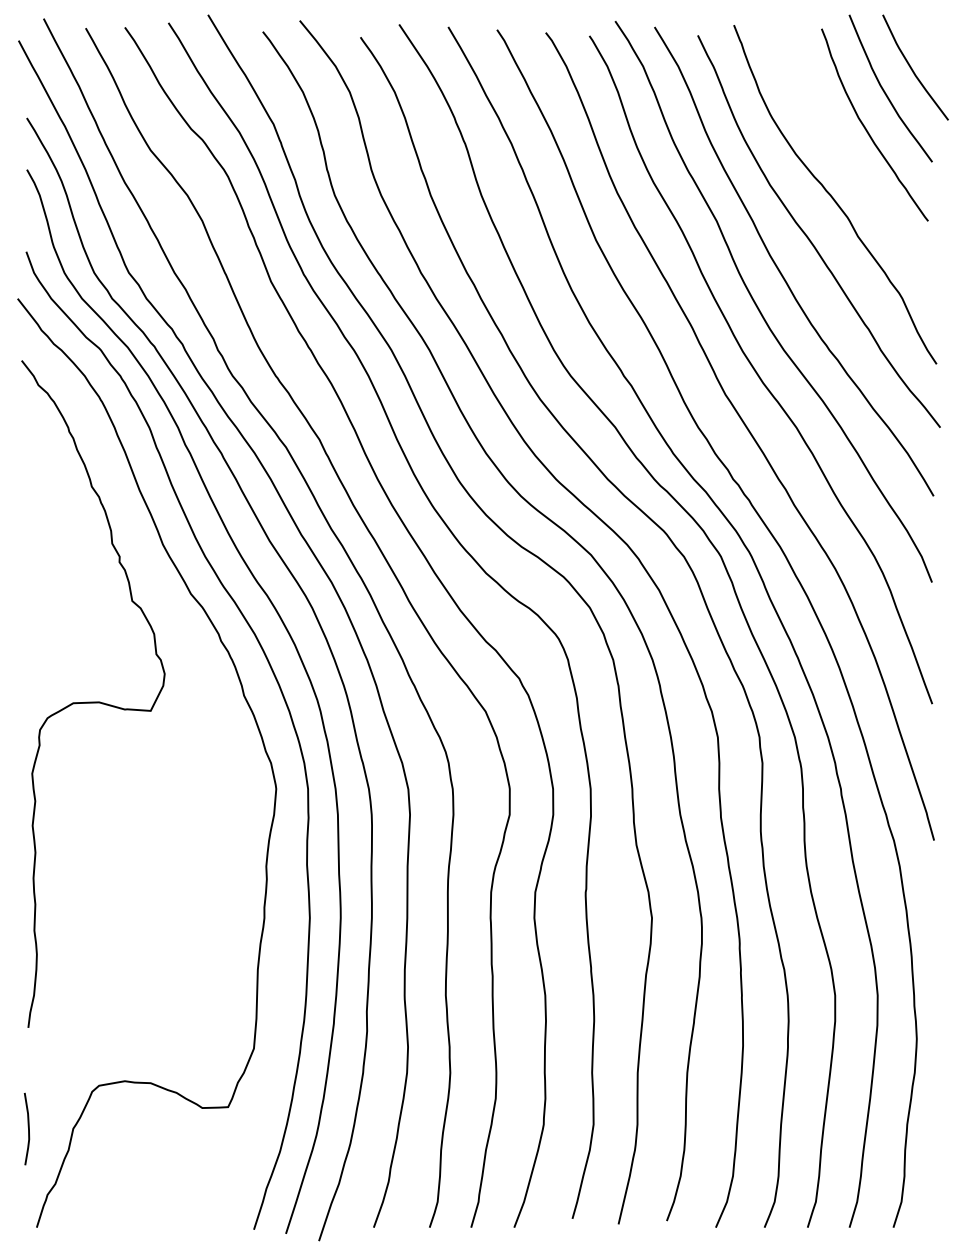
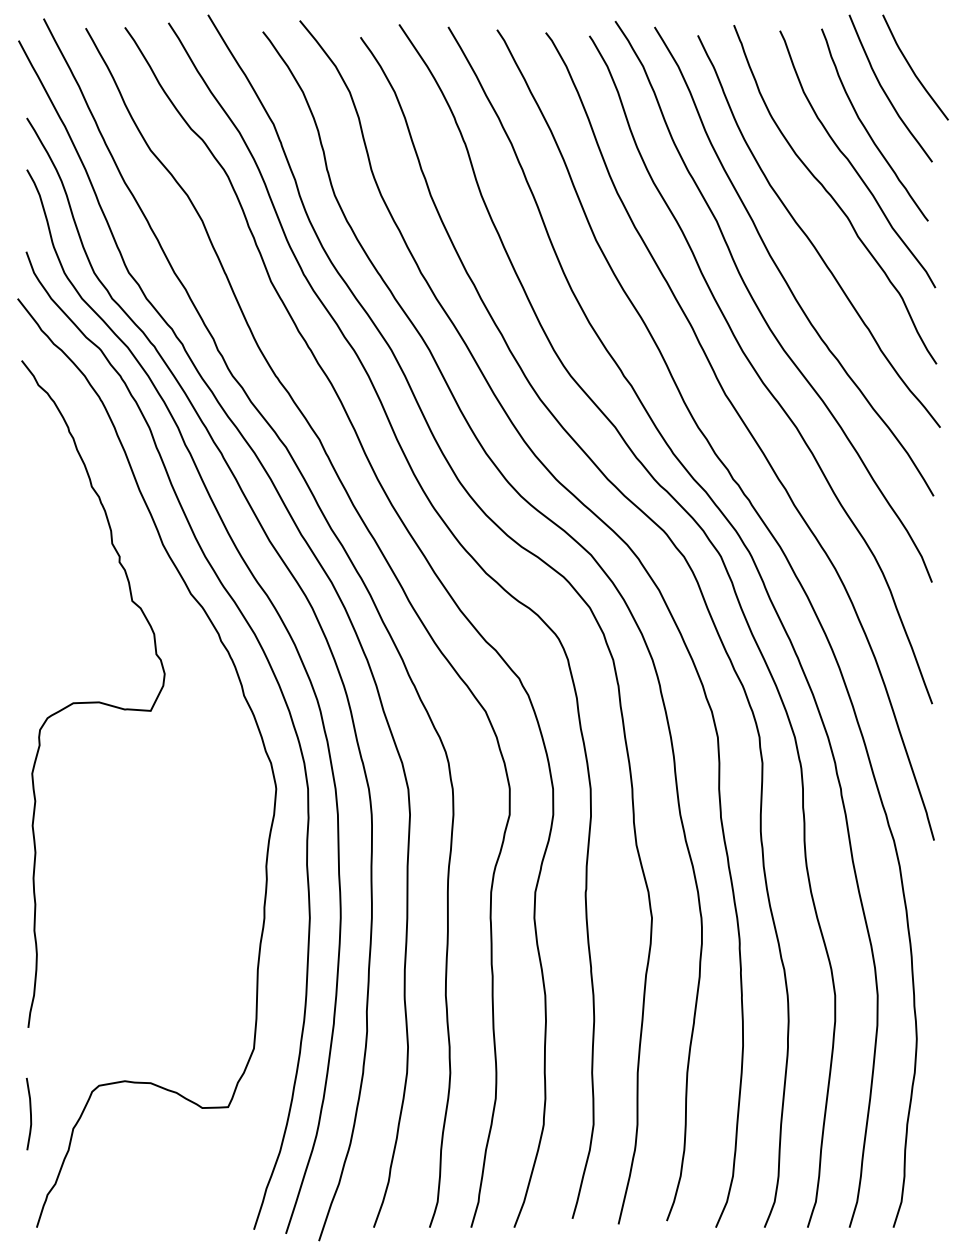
curve at (851, 162): none -> present
curve at (28, 1128) position: (28, 1128) -> (30, 1113)
